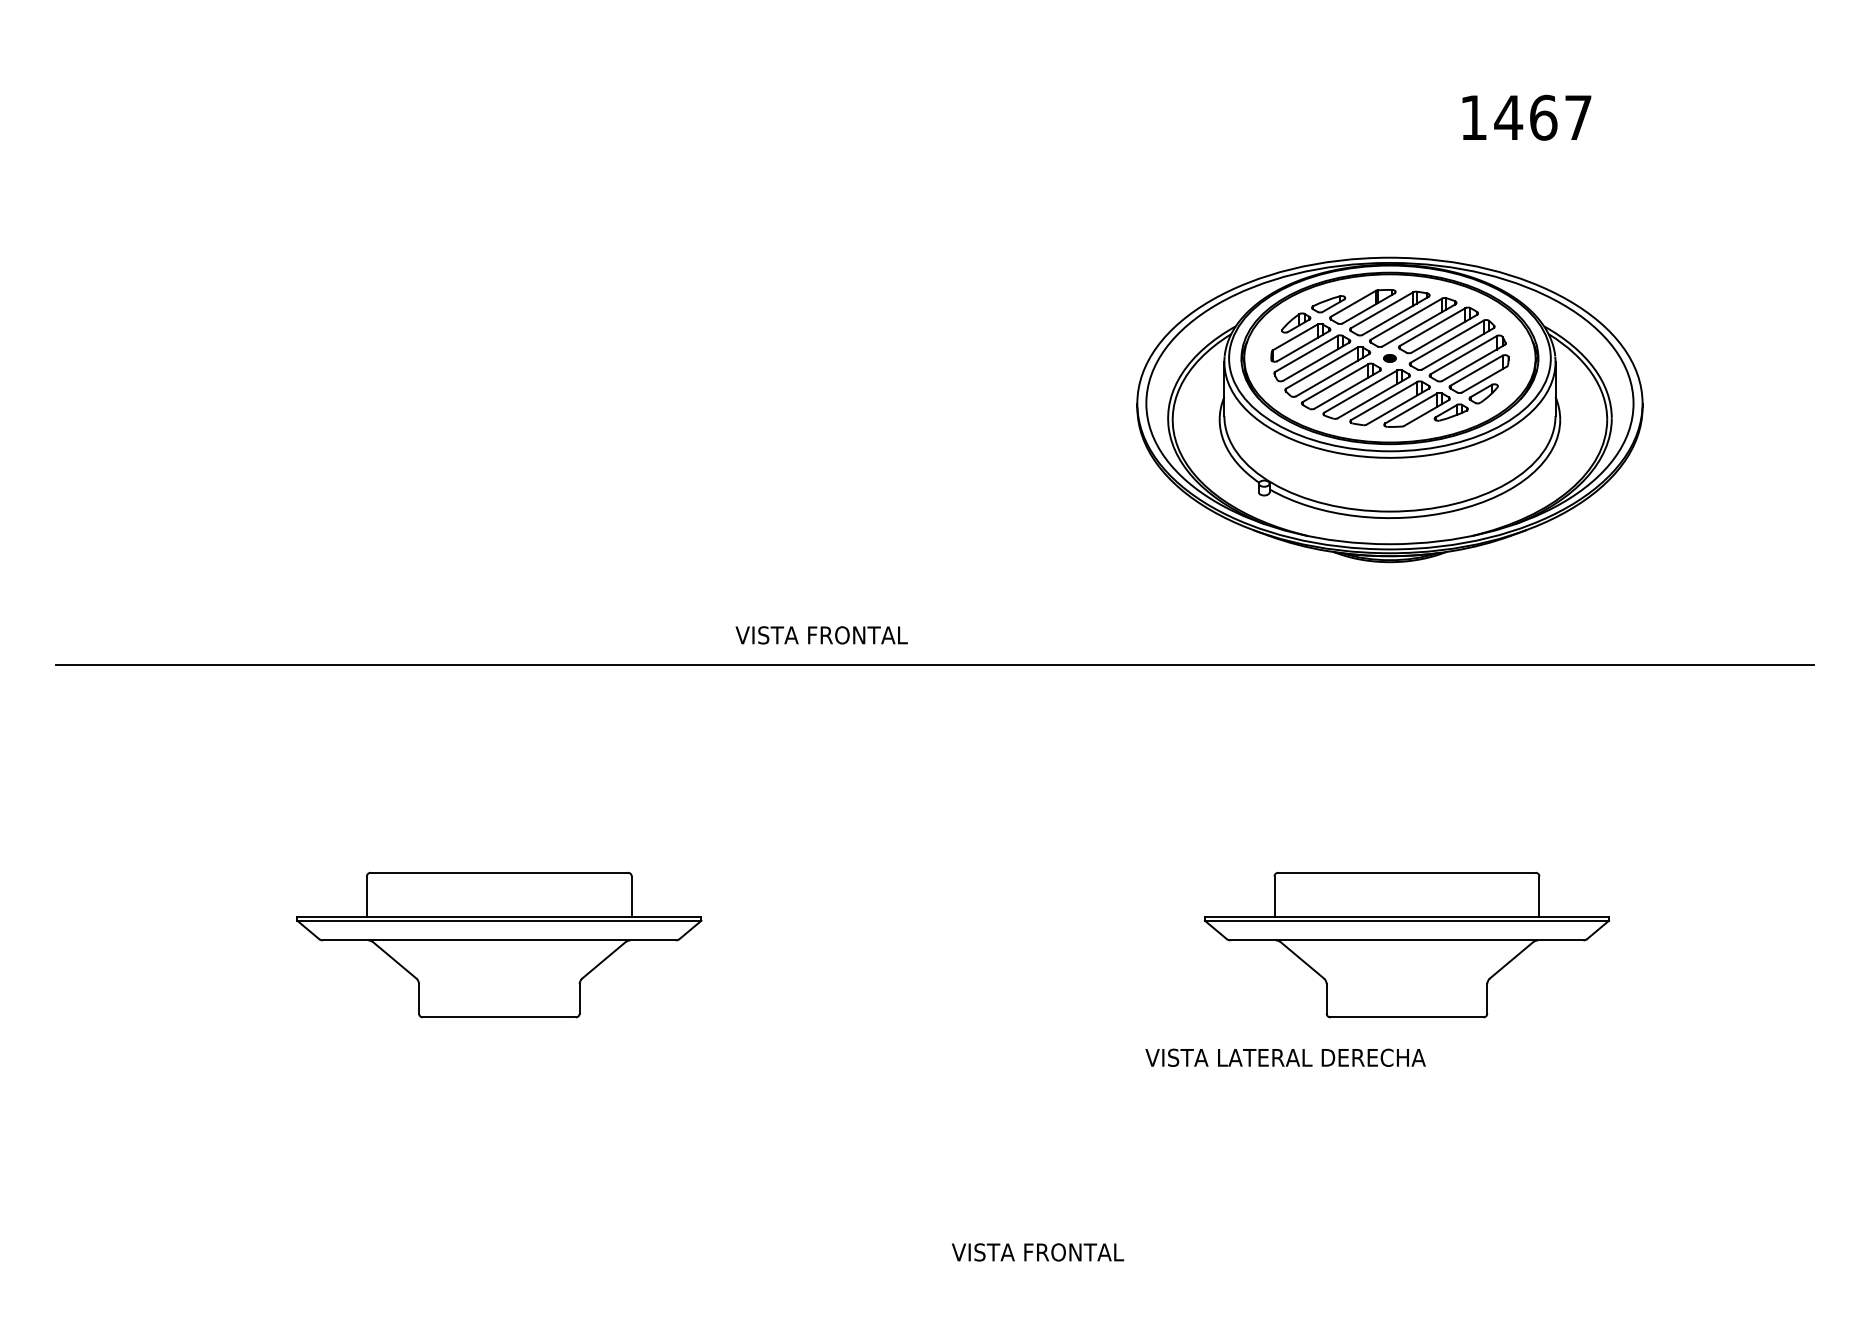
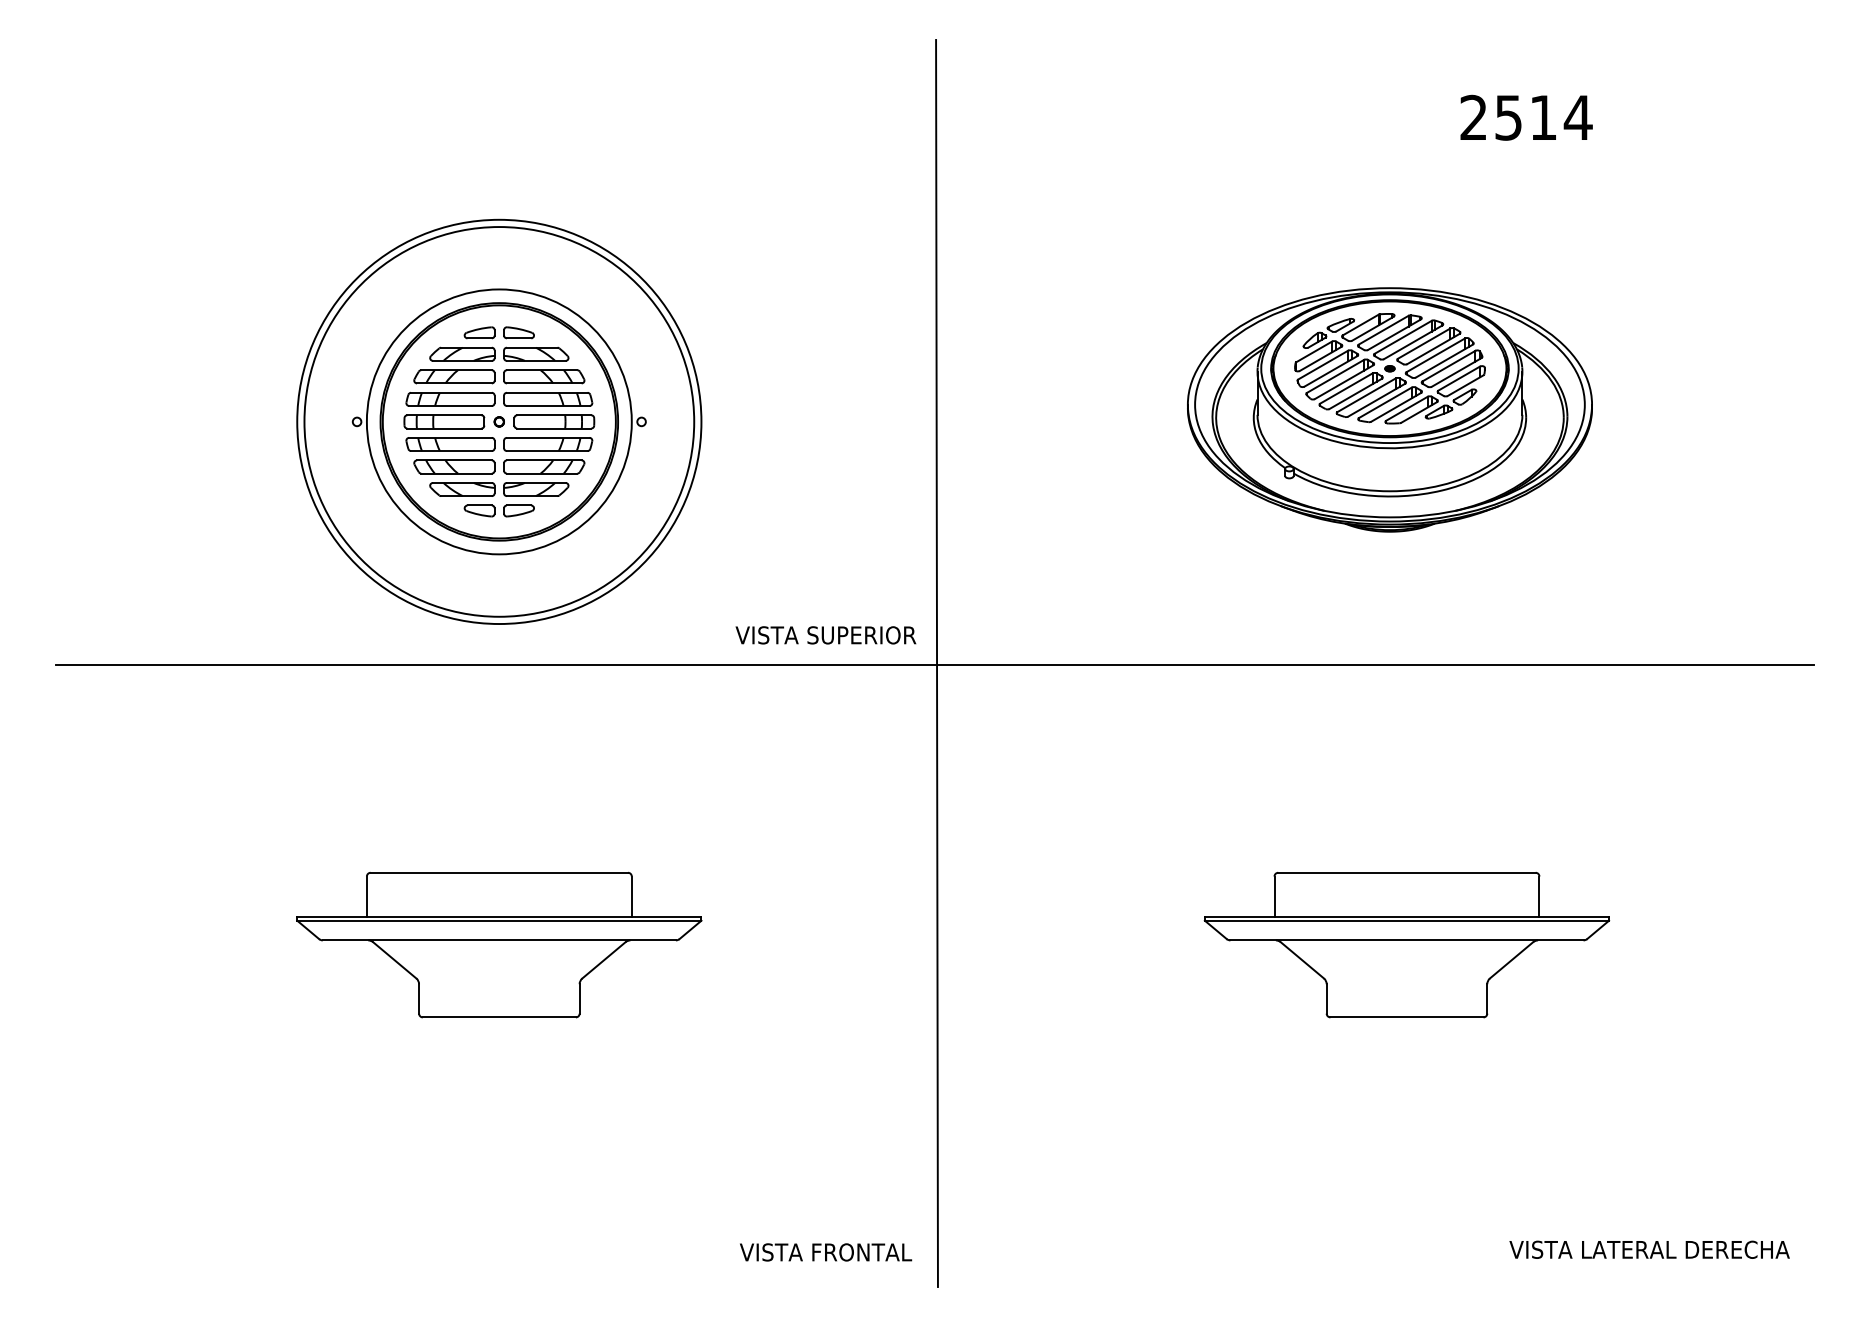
text at (1526, 117): 1467 -> 2514
part at (1389, 409) size: 508x308 px -> 406x246 px
part at (499, 421): none -> present
text at (861, 635): VISTA FRONTAL -> VISTA SUPERIOR
line at (936, 663): none -> present
text at (1285, 1057) position: (1285, 1057) -> (1649, 1249)
text at (1038, 1252) position: (1038, 1252) -> (826, 1252)
